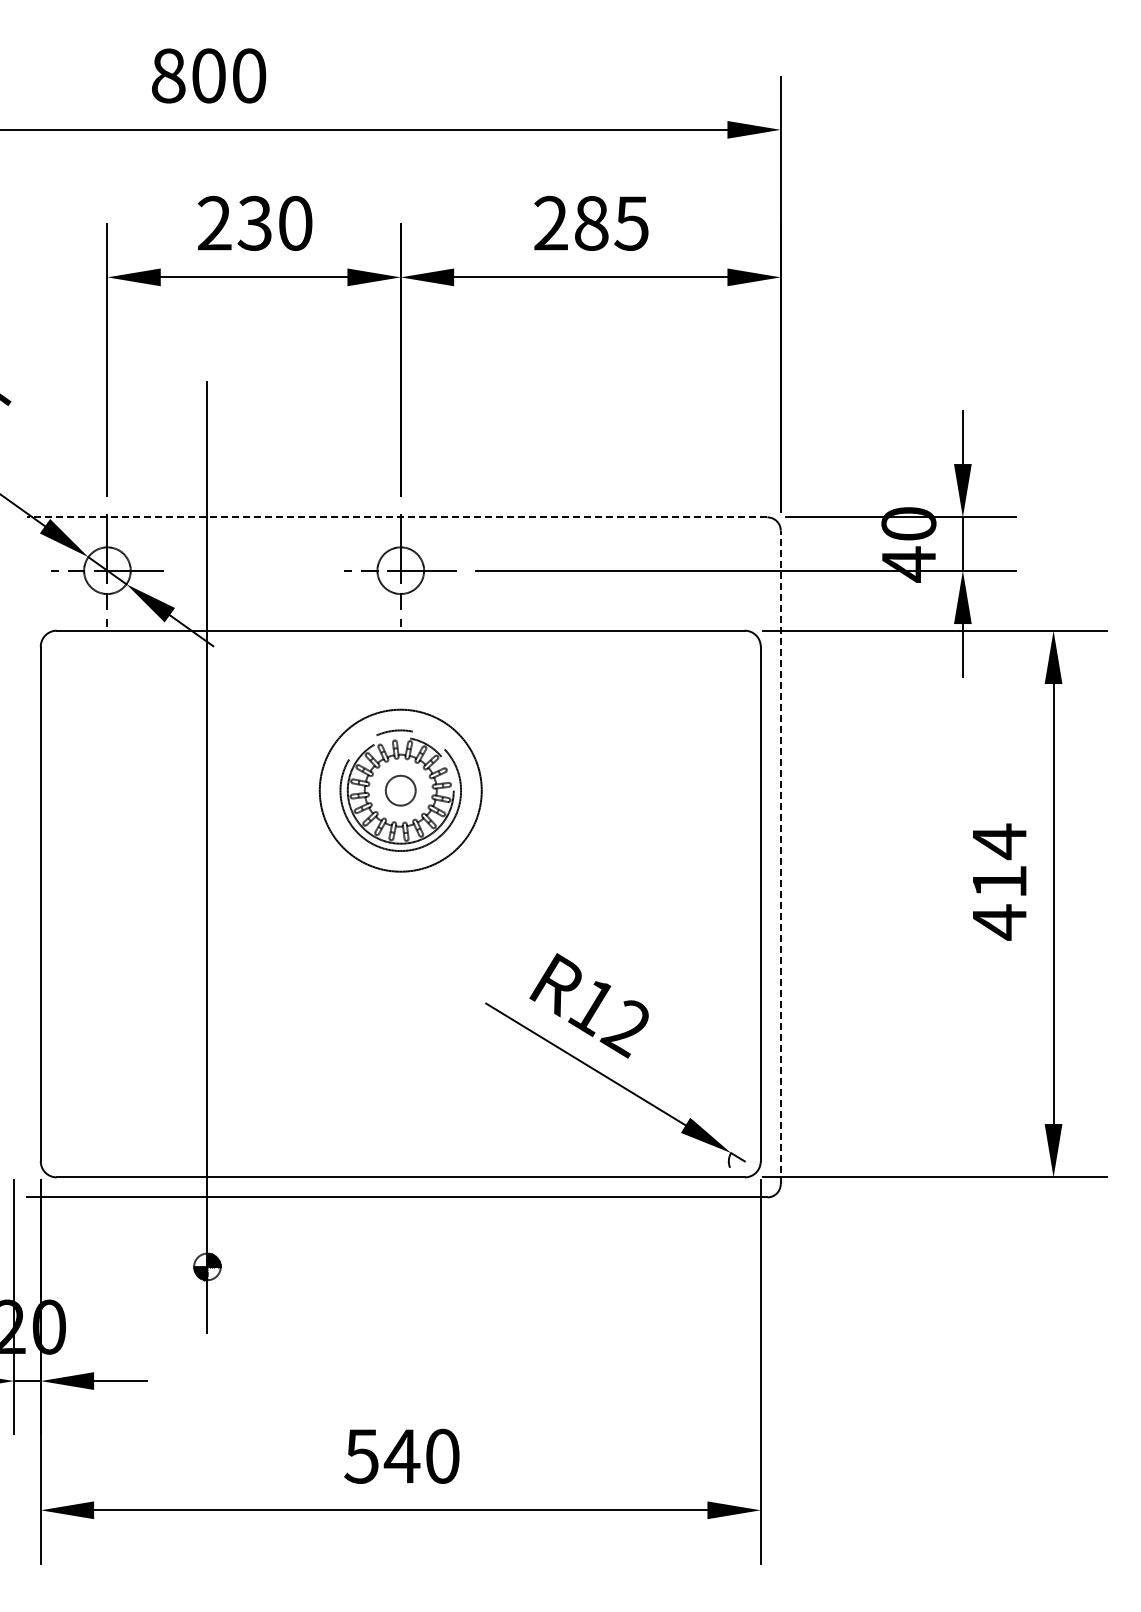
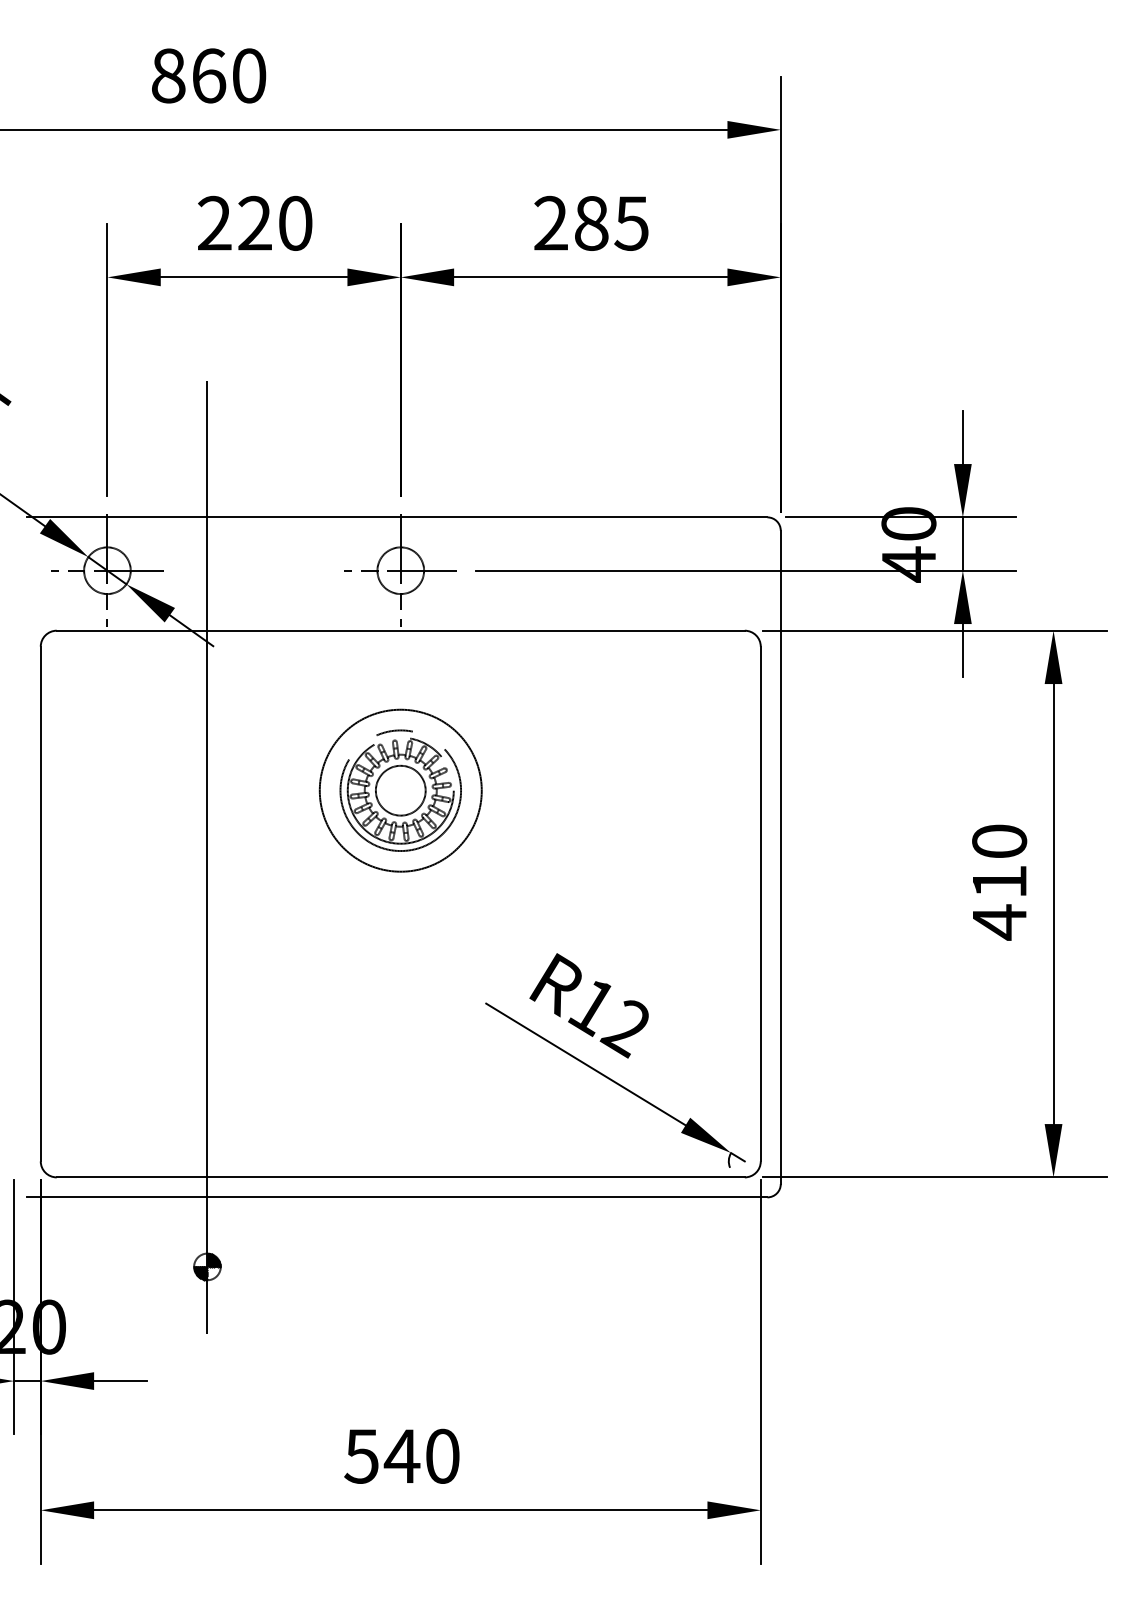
text at (209, 75): 800 -> 860
text at (254, 223): 230 -> 220
line at (396, 517): dashed -> solid
circle at (400, 790) diameter: 30 px -> 50 px
text at (999, 841): 414 -> 410
line at (780, 857): dashed -> solid
